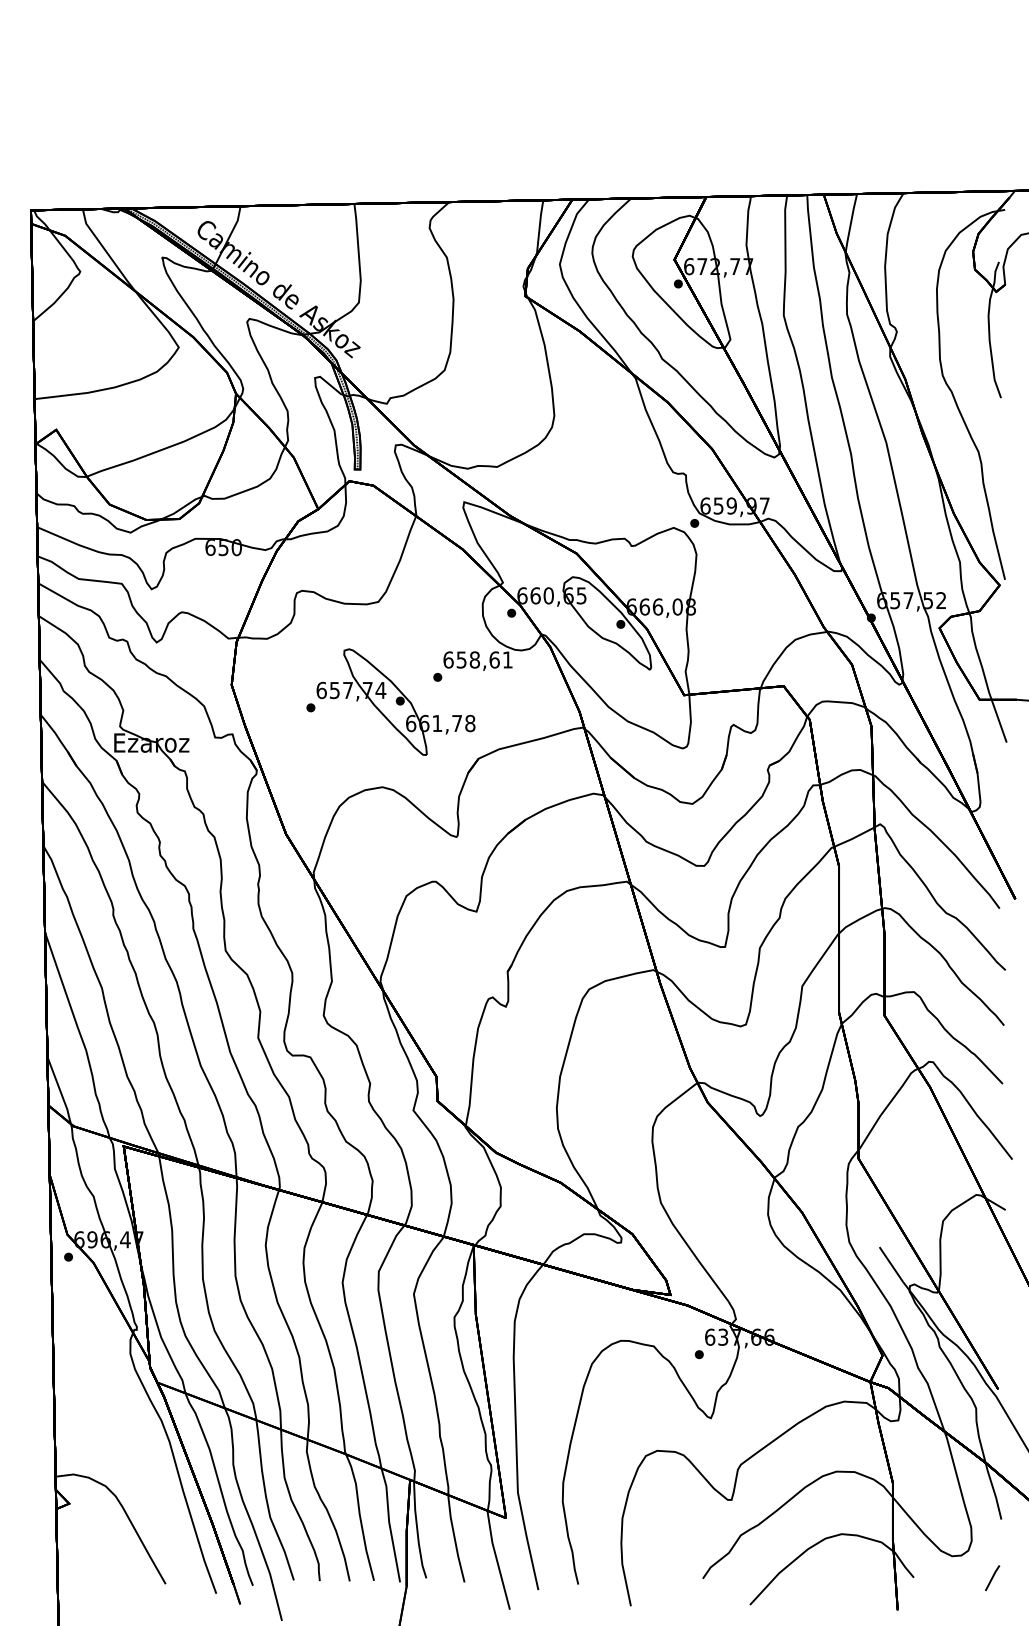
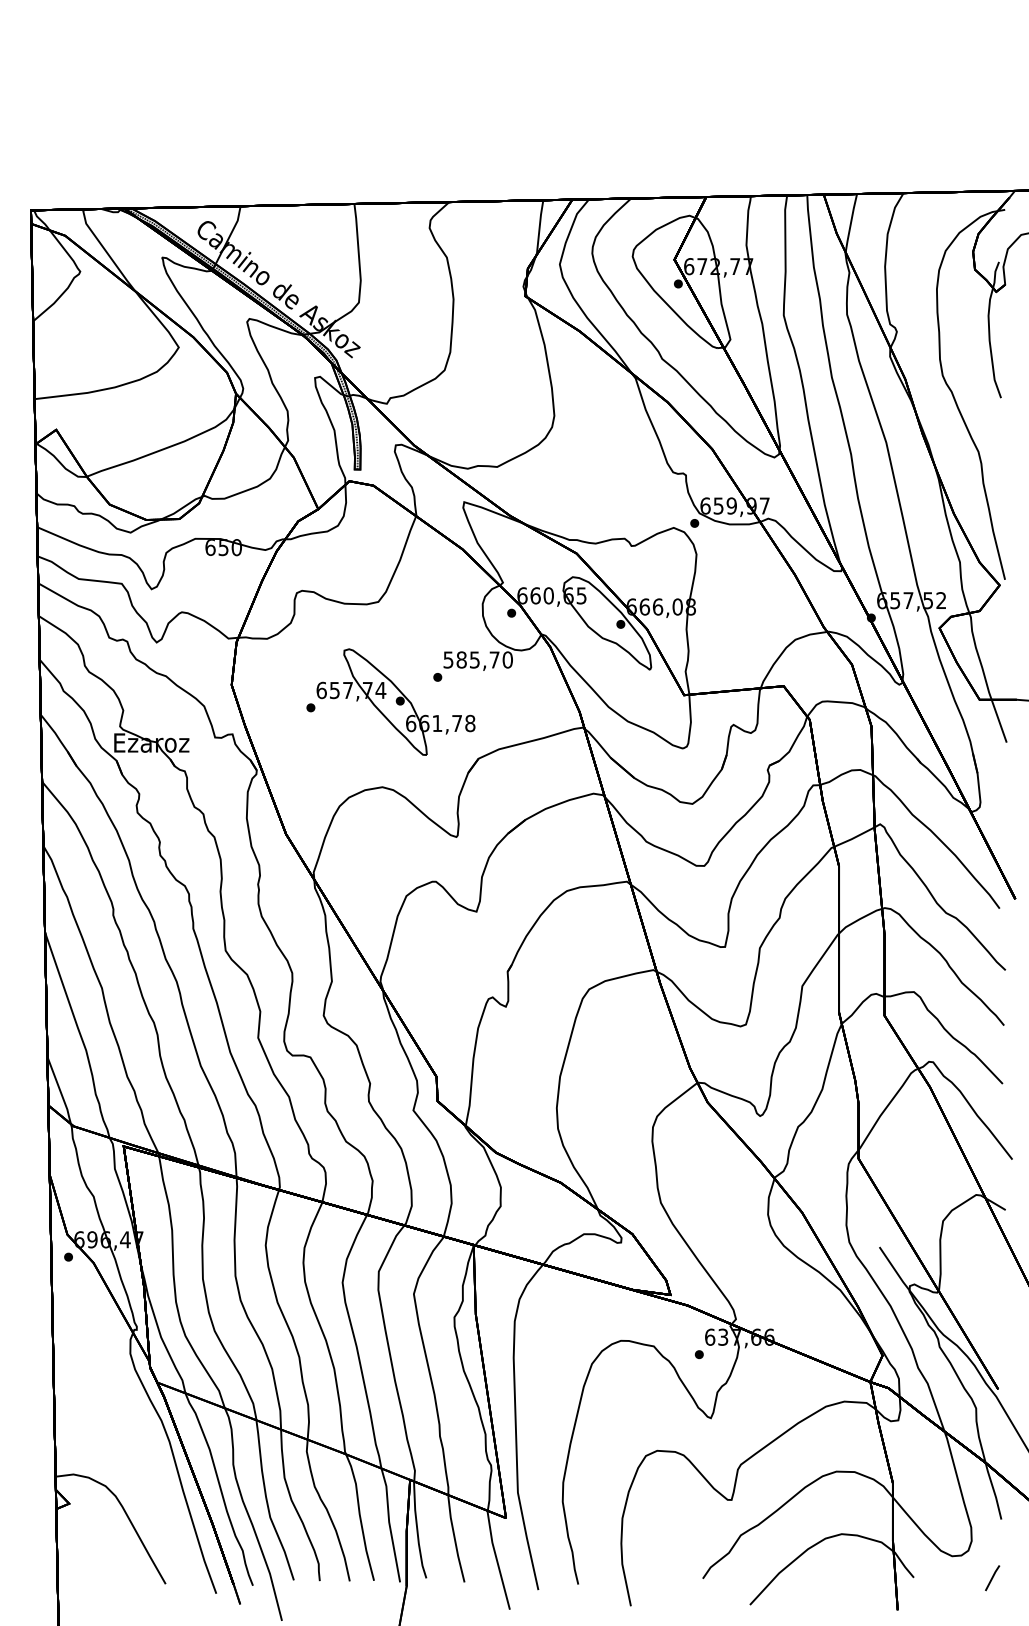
text at (477, 659): 658,61 -> 585,70
